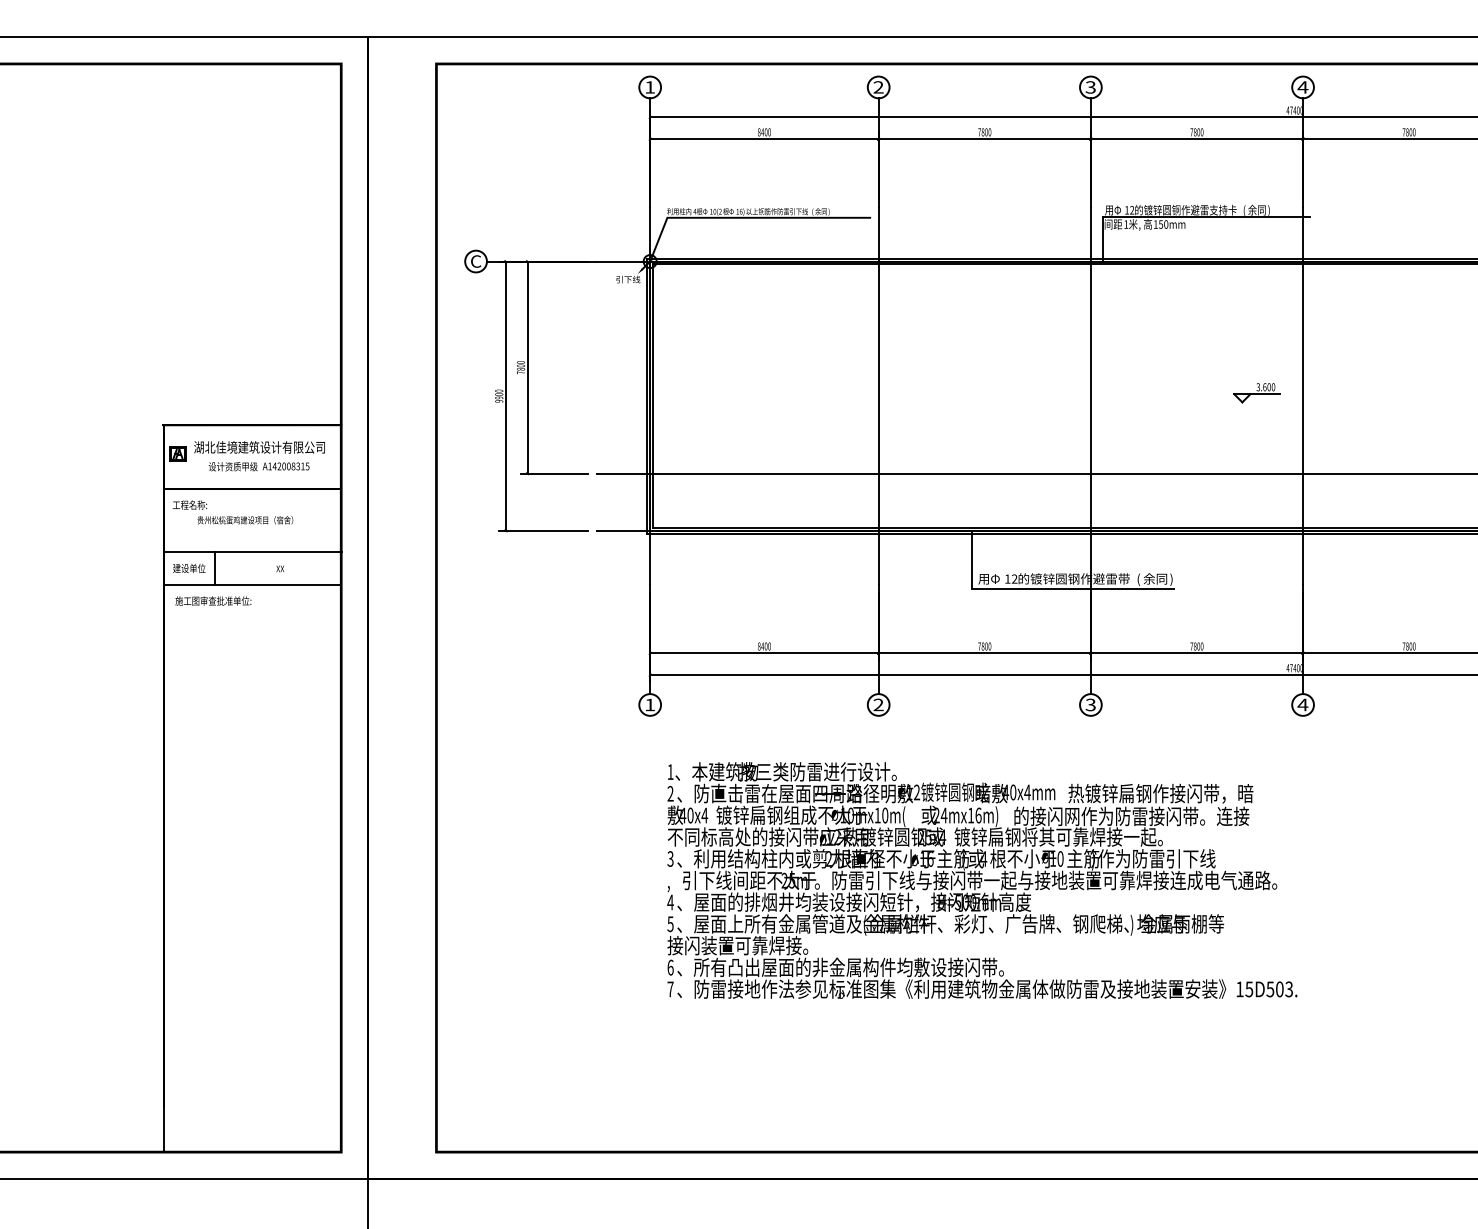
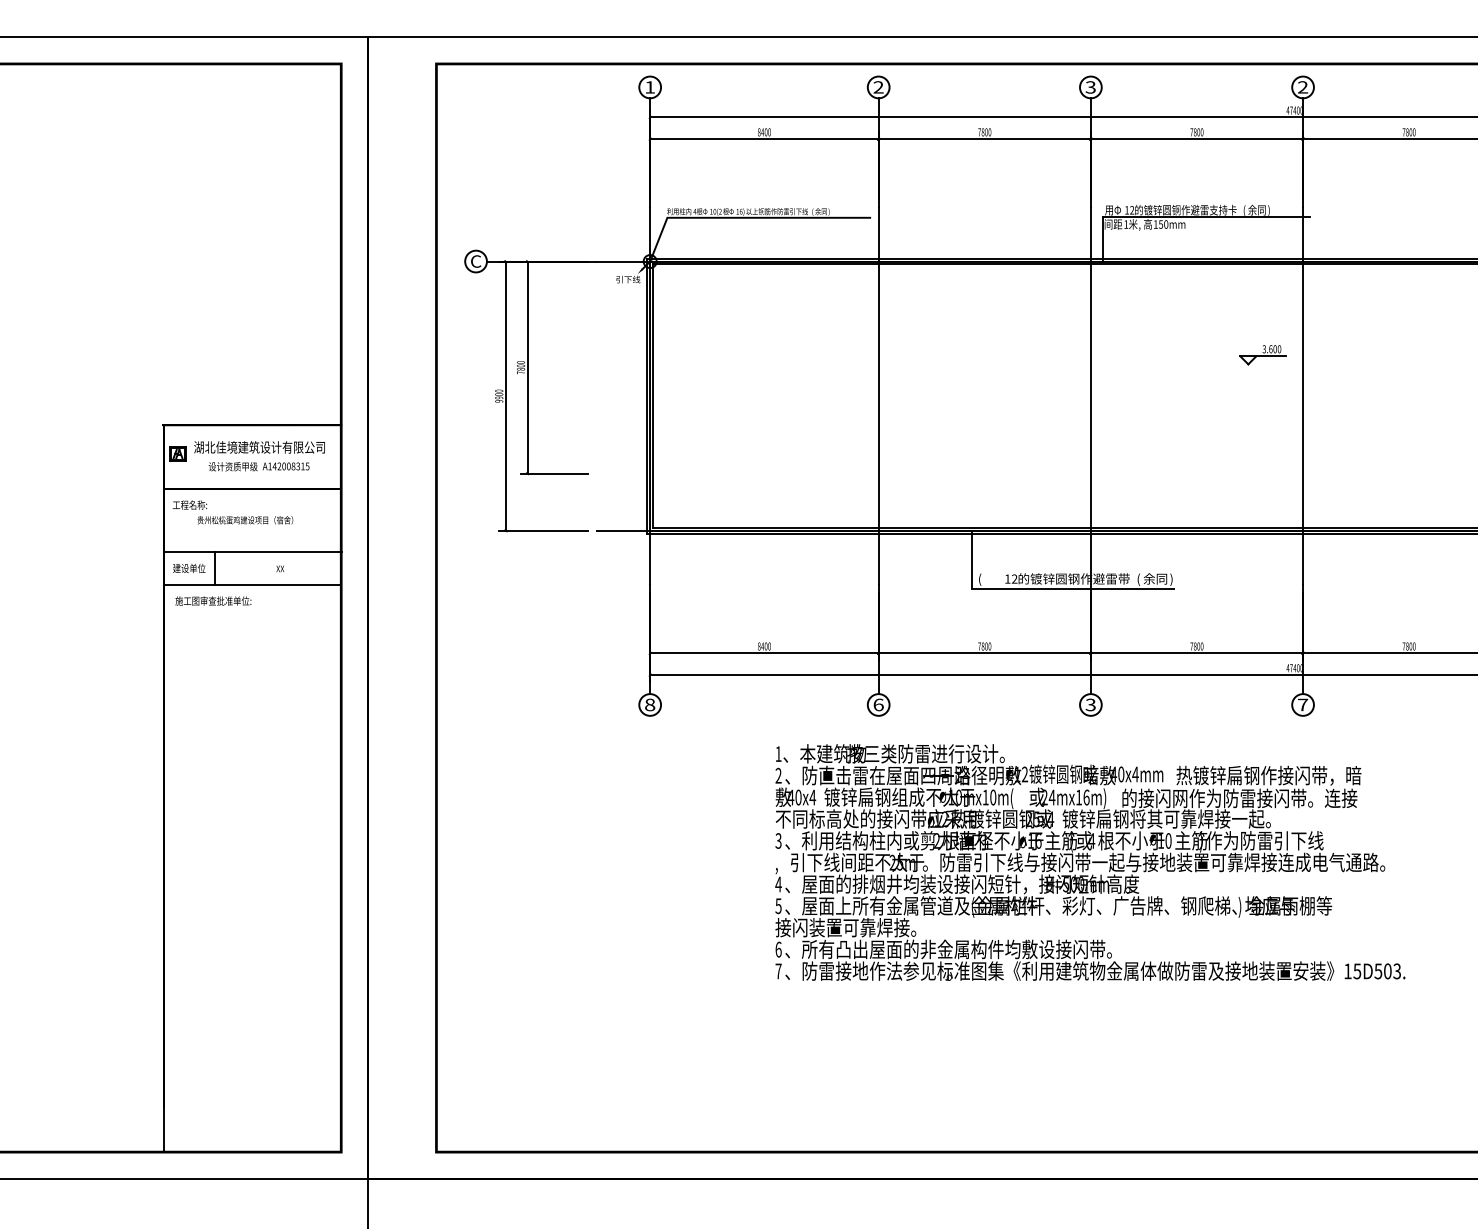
text at (1302, 87): 4 -> 2
part at (1256, 393) position: (1256, 393) -> (1262, 355)
line at (1034, 473): present -> none
text at (988, 579): 用Φ -> (
text at (650, 704): 1 -> 8
text at (878, 704): 2 -> 6
text at (1302, 704): 4 -> 7
part at (982, 880) position: (982, 880) -> (1090, 862)
